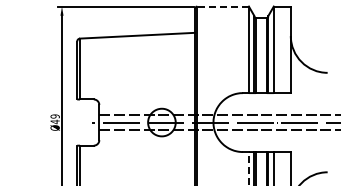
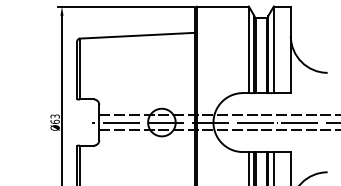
line at (223, 6): dashed -> solid
text at (54, 119): Ø49 -> Ø63
line at (248, 168): dashed -> solid
